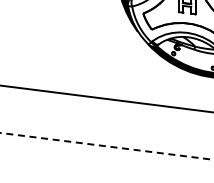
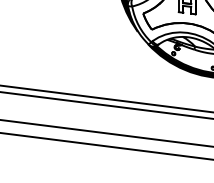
line at (106, 105): none -> present
line at (106, 133): none -> present
line at (107, 146): dashed -> solid
